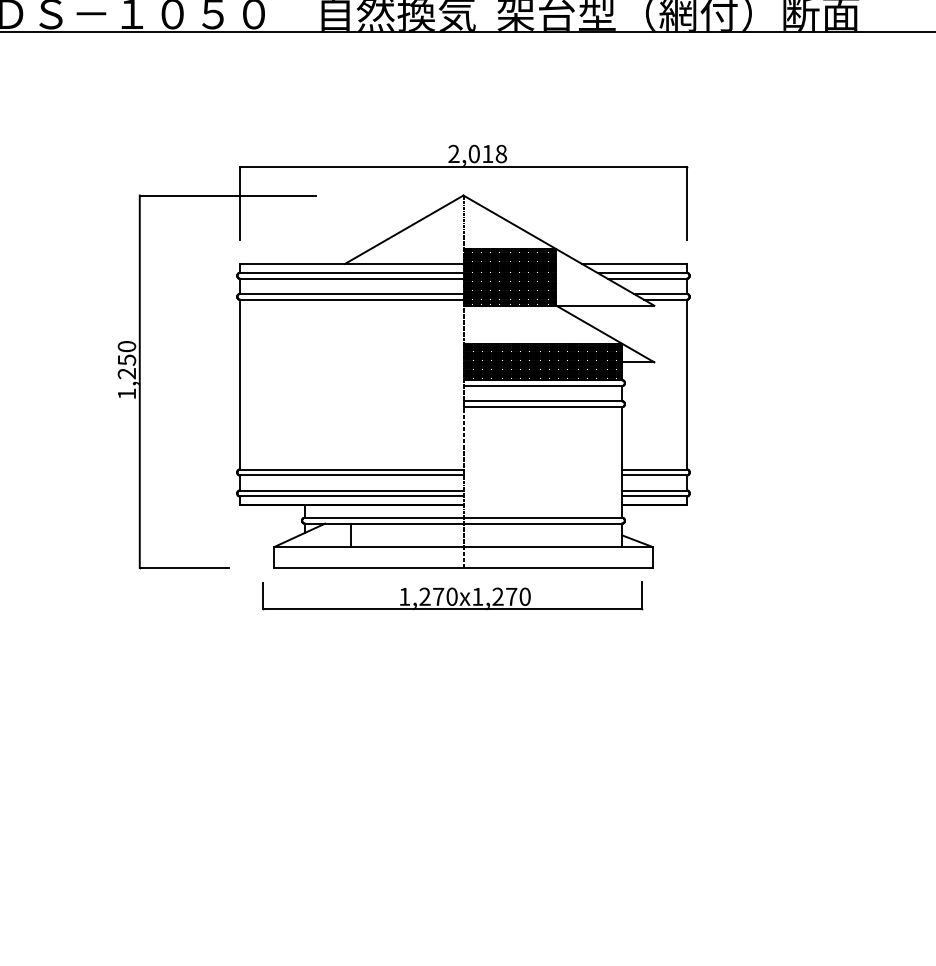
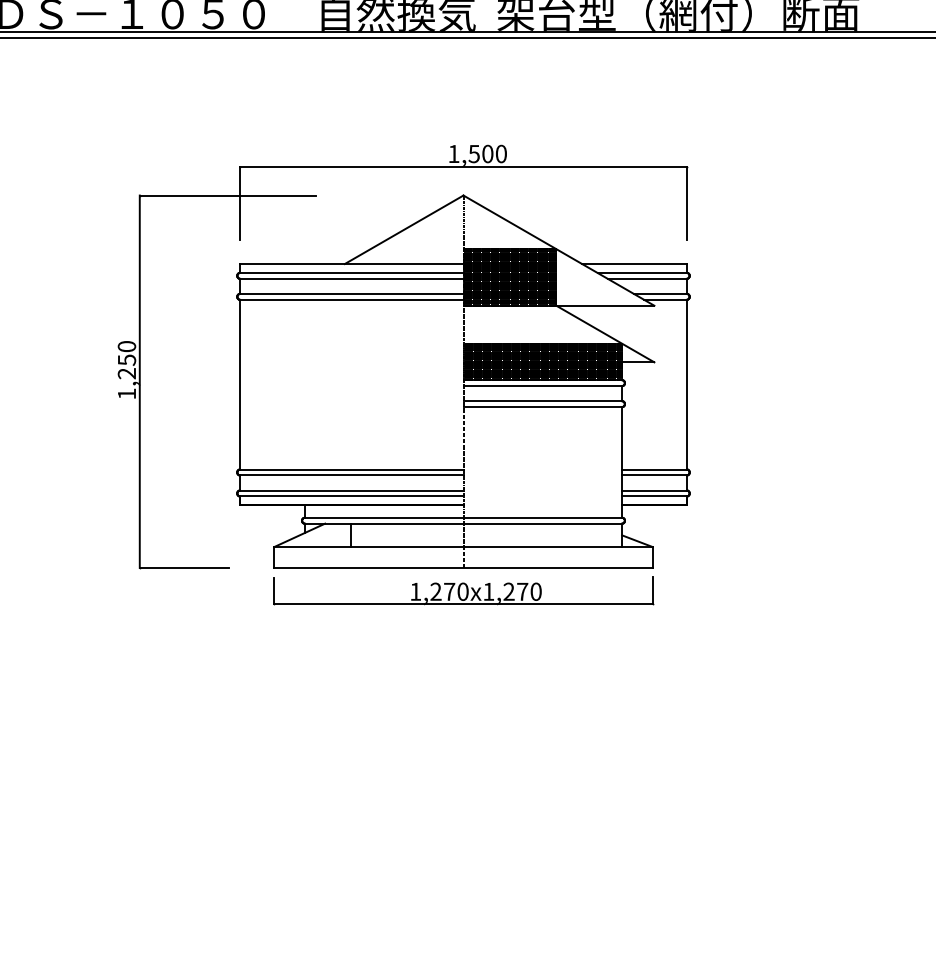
line at (467, 37): none -> present
text at (477, 153): 2,018 -> 1,500
part at (452, 595) position: (452, 595) -> (463, 590)
